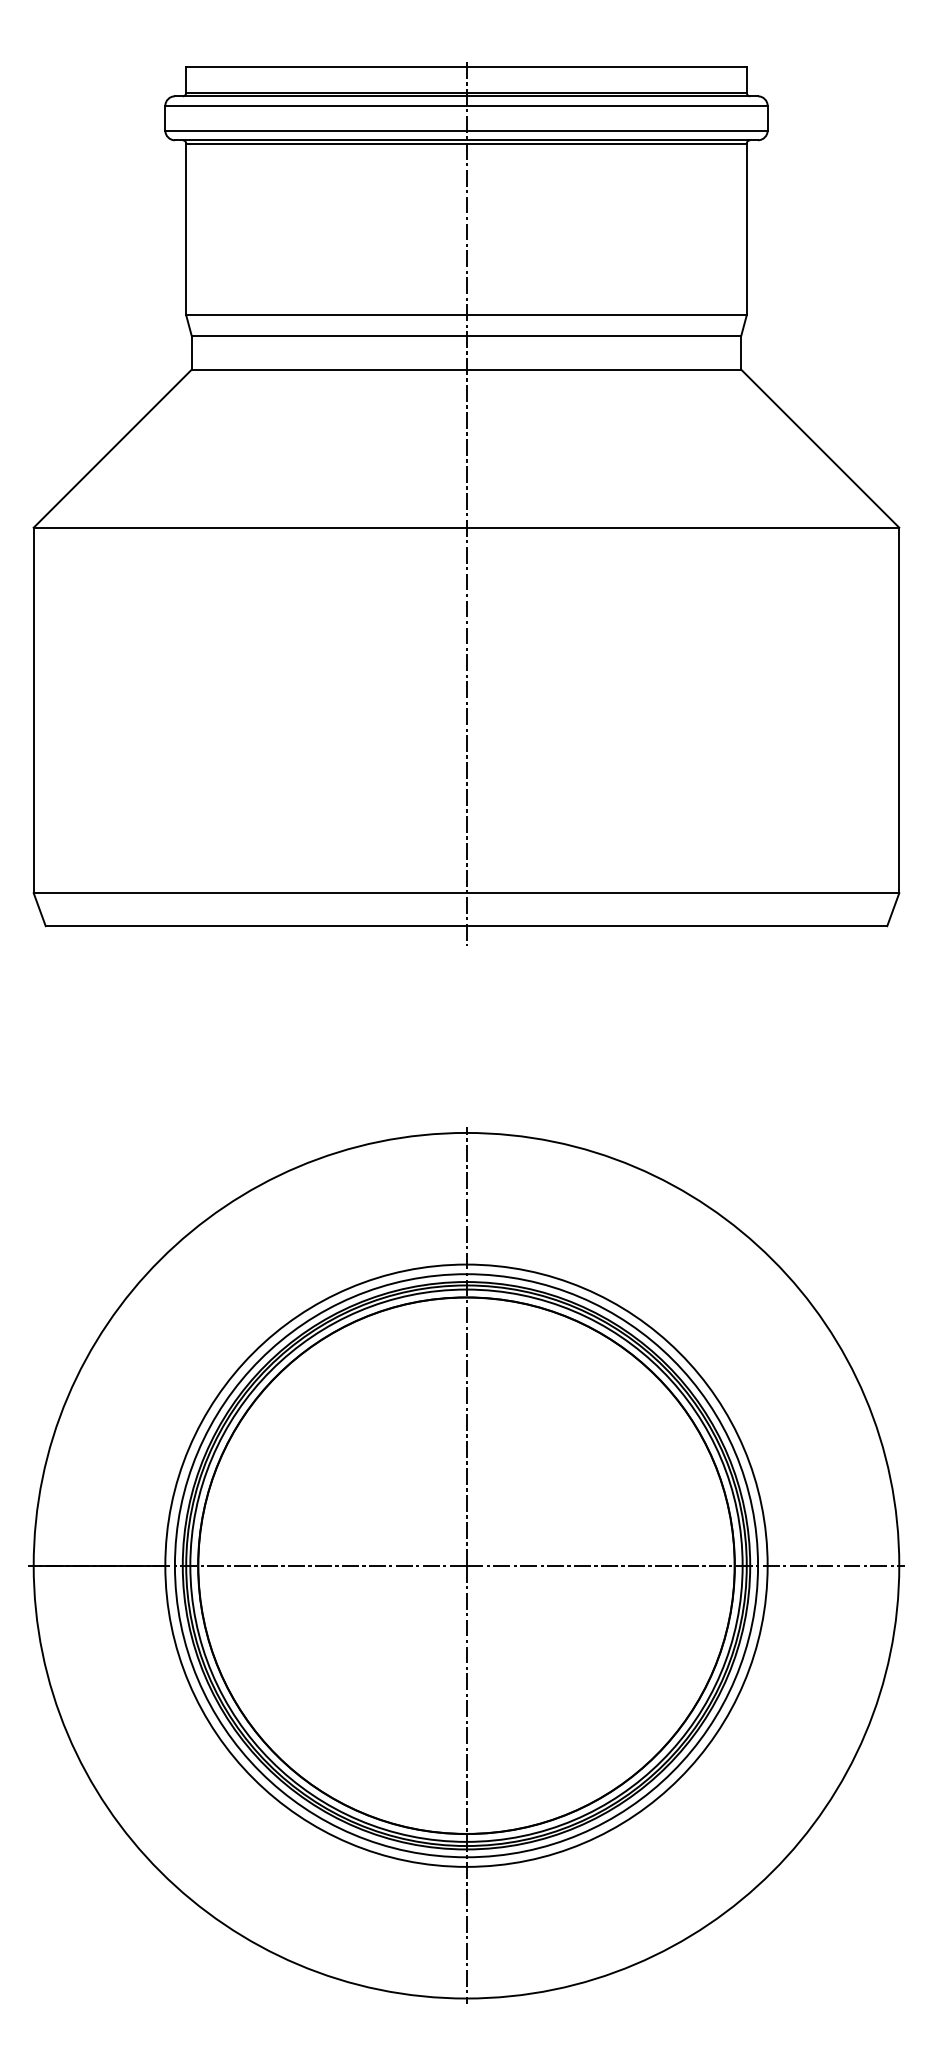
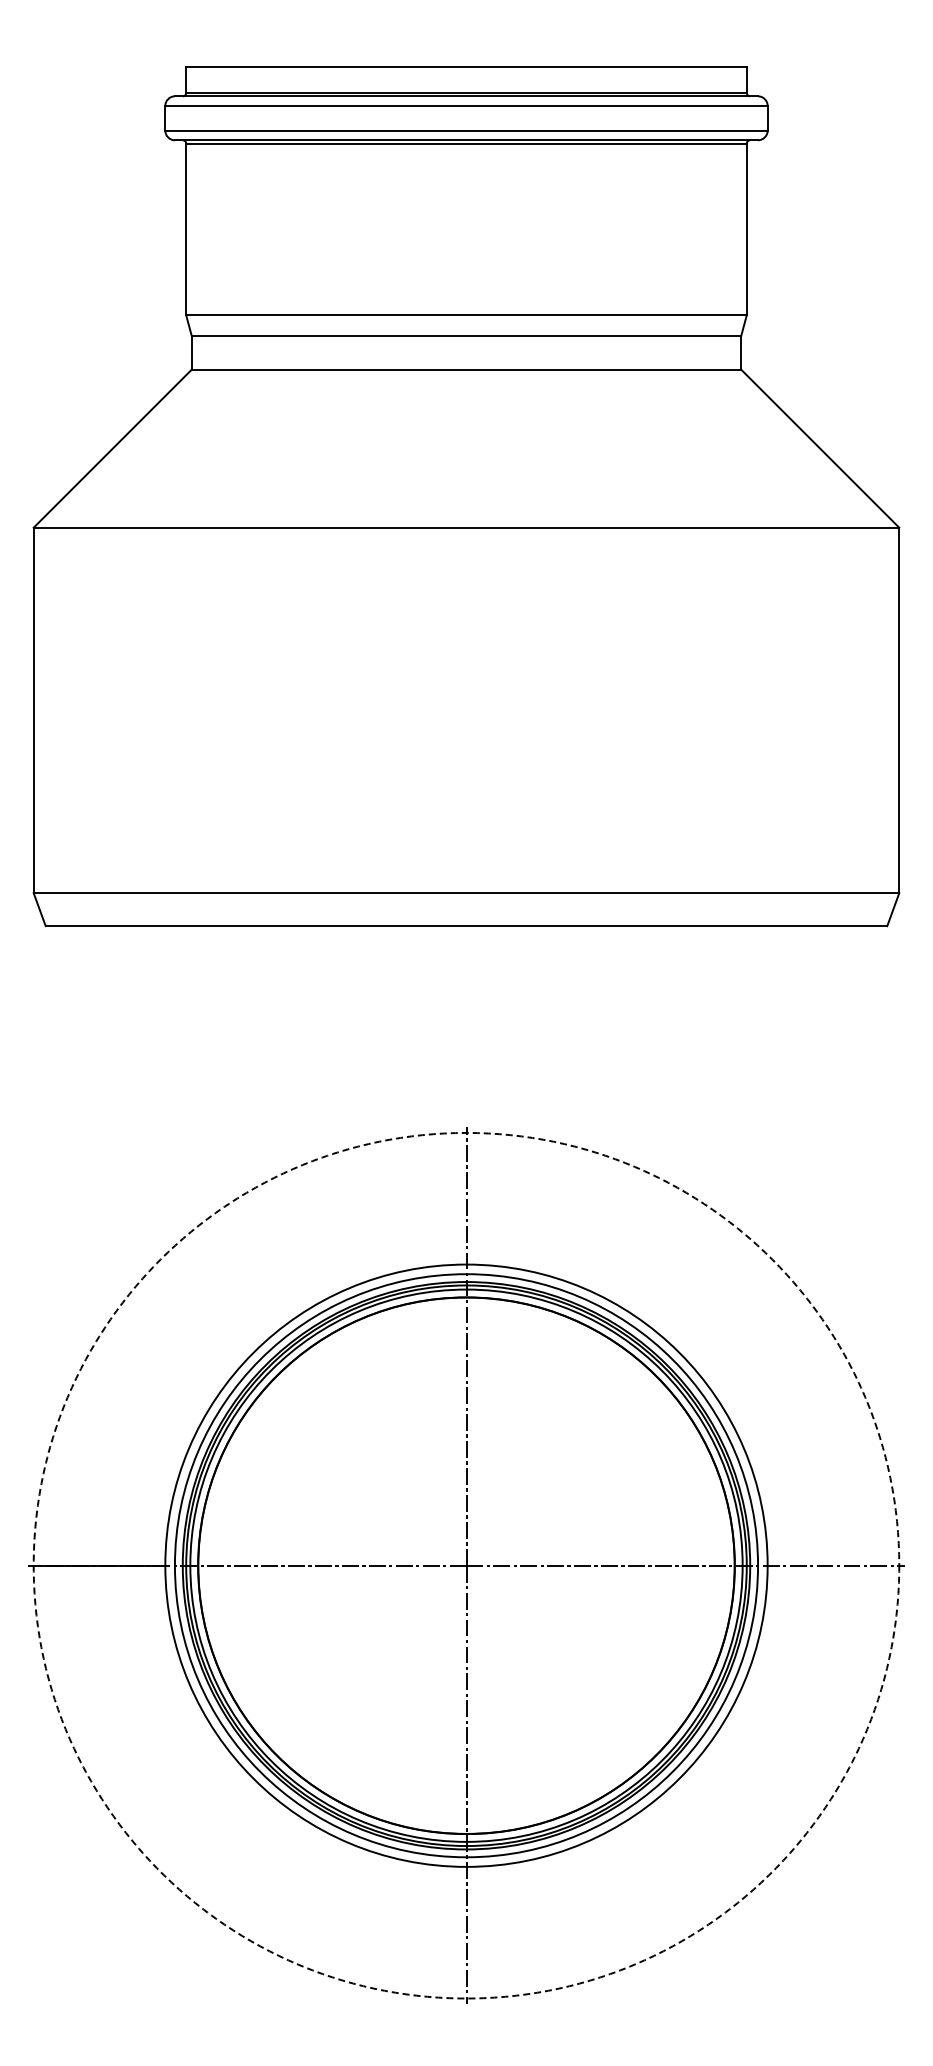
line at (466, 503): present -> none
circle at (466, 1565): solid -> dashed
